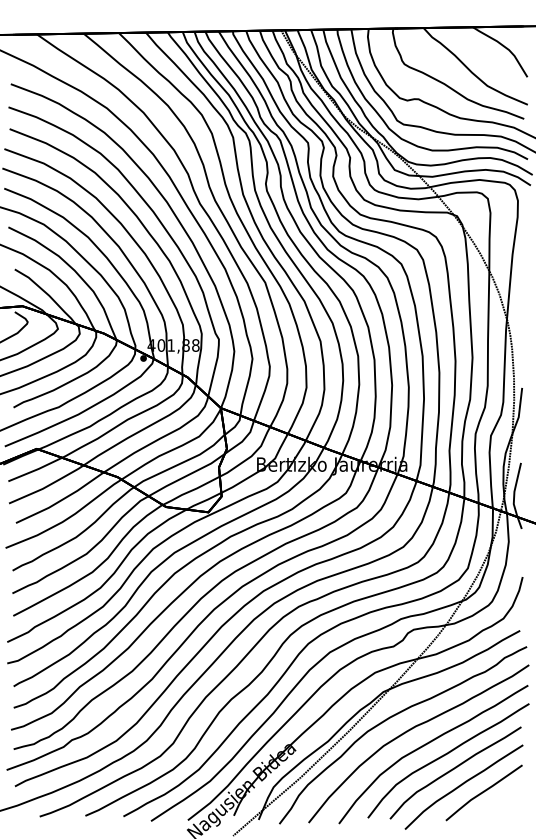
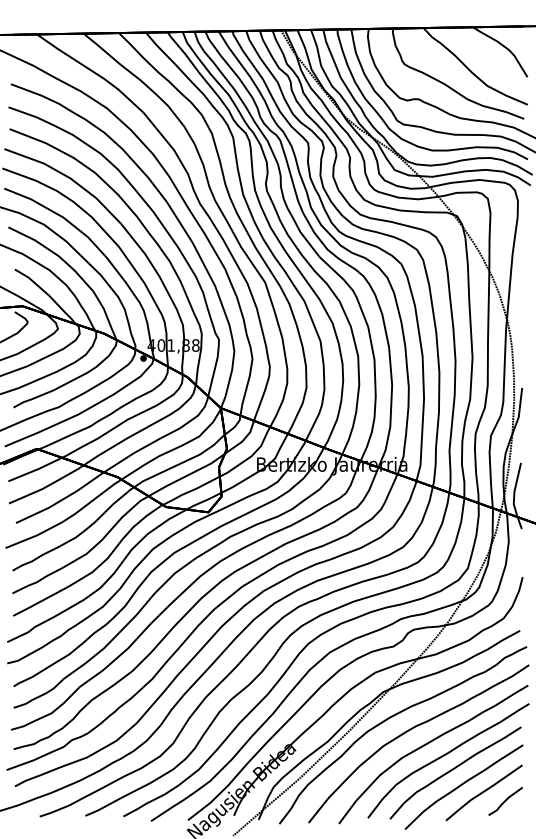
line at (505, 801): none -> present
